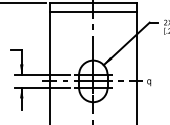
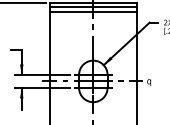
line at (93, 7): none -> present
